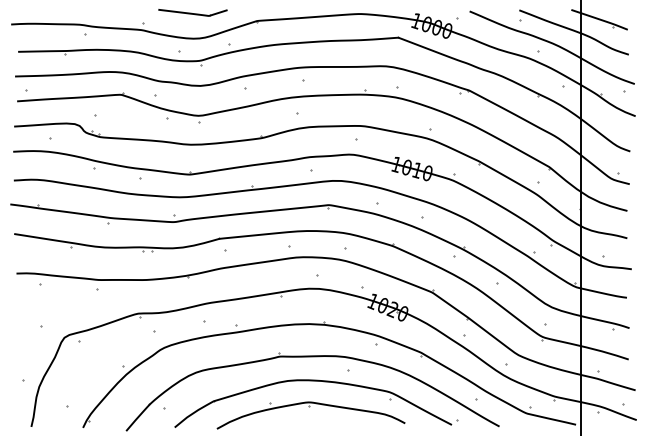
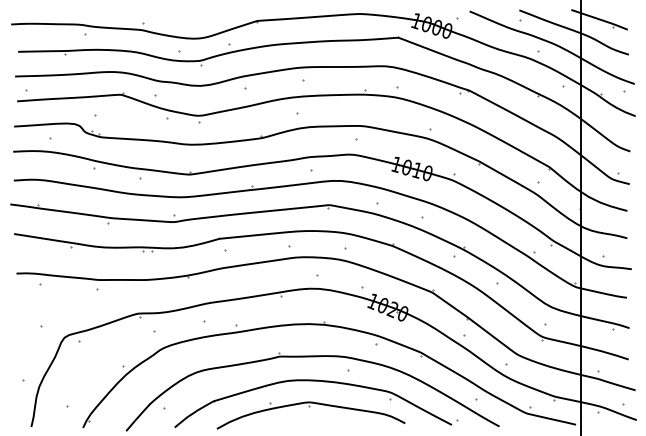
part at (192, 12): present -> none
